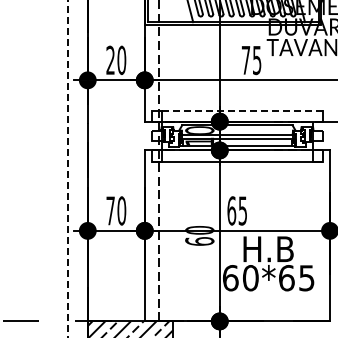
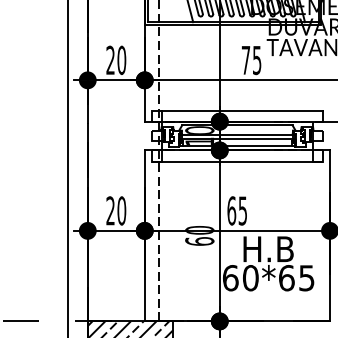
line at (242, 110): dashed -> solid
line at (67, 168): dashed -> solid
text at (110, 210): 70 -> 20
